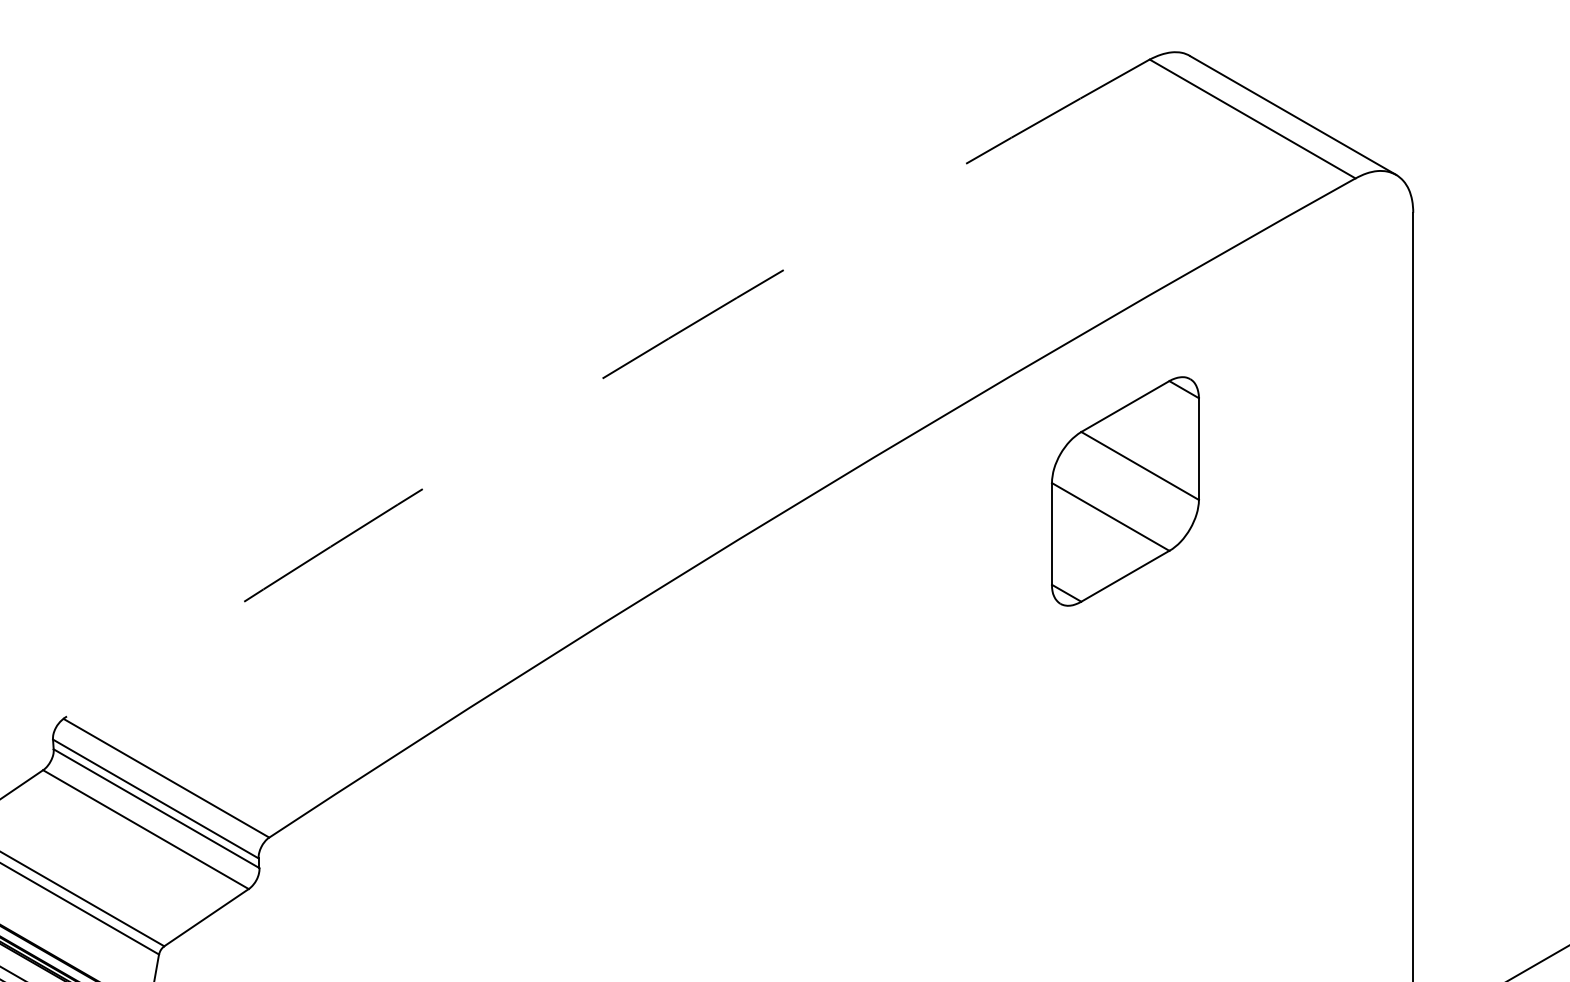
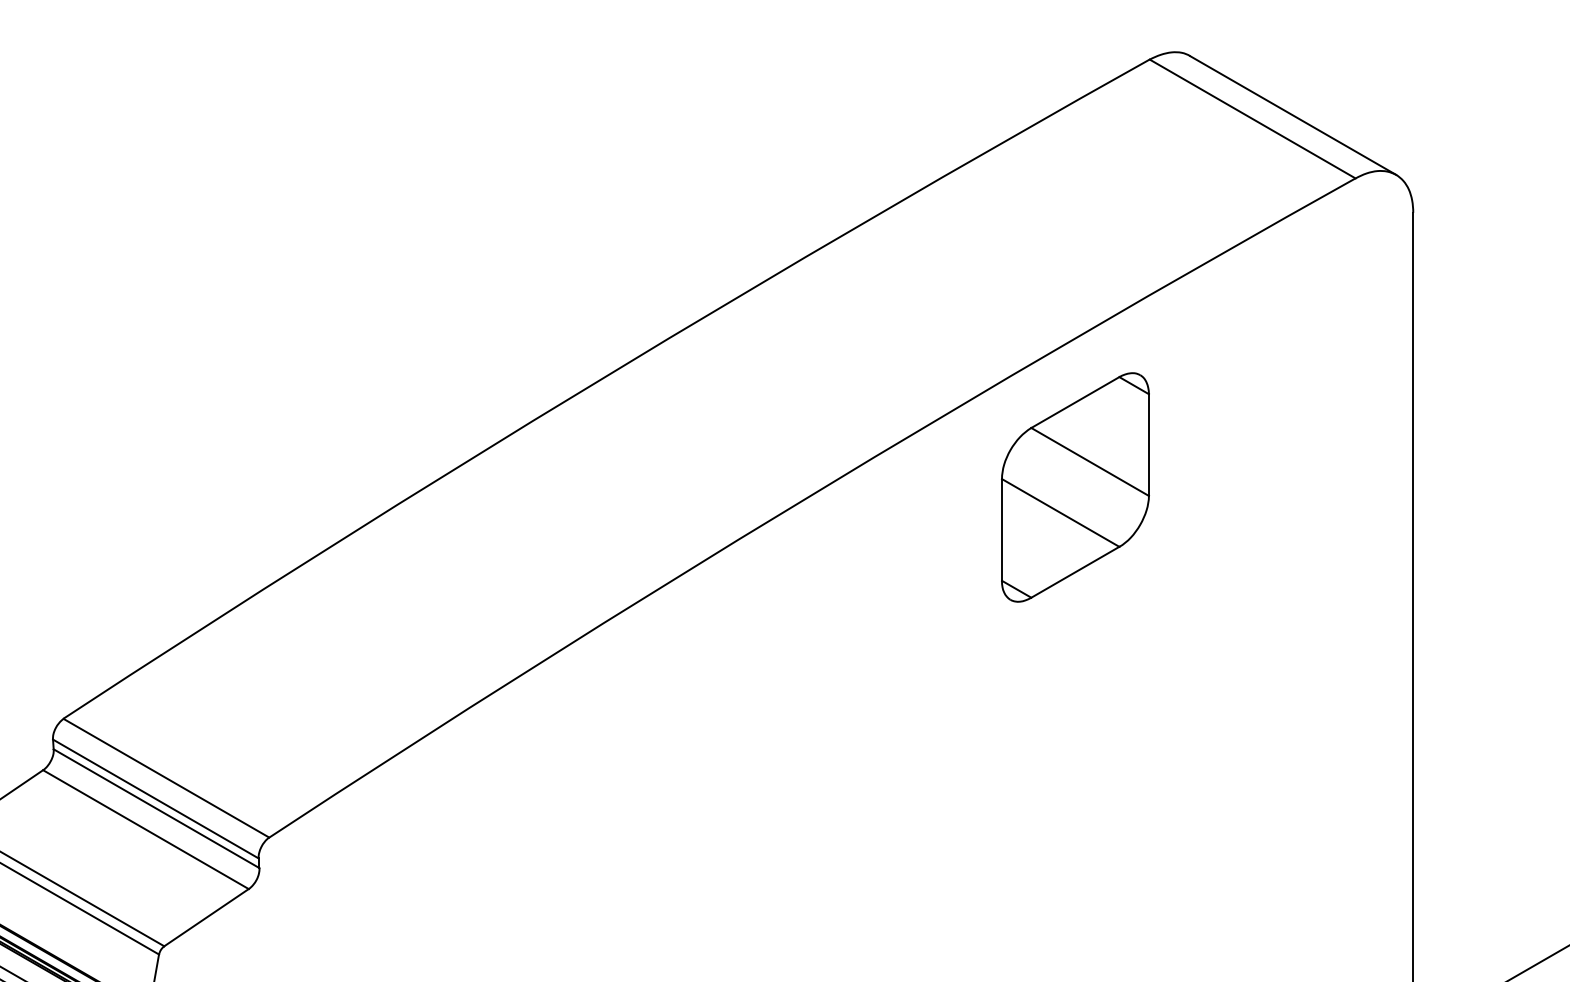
arc at (600, 379): dashed -> solid
part at (1125, 491) position: (1125, 491) -> (1075, 487)
